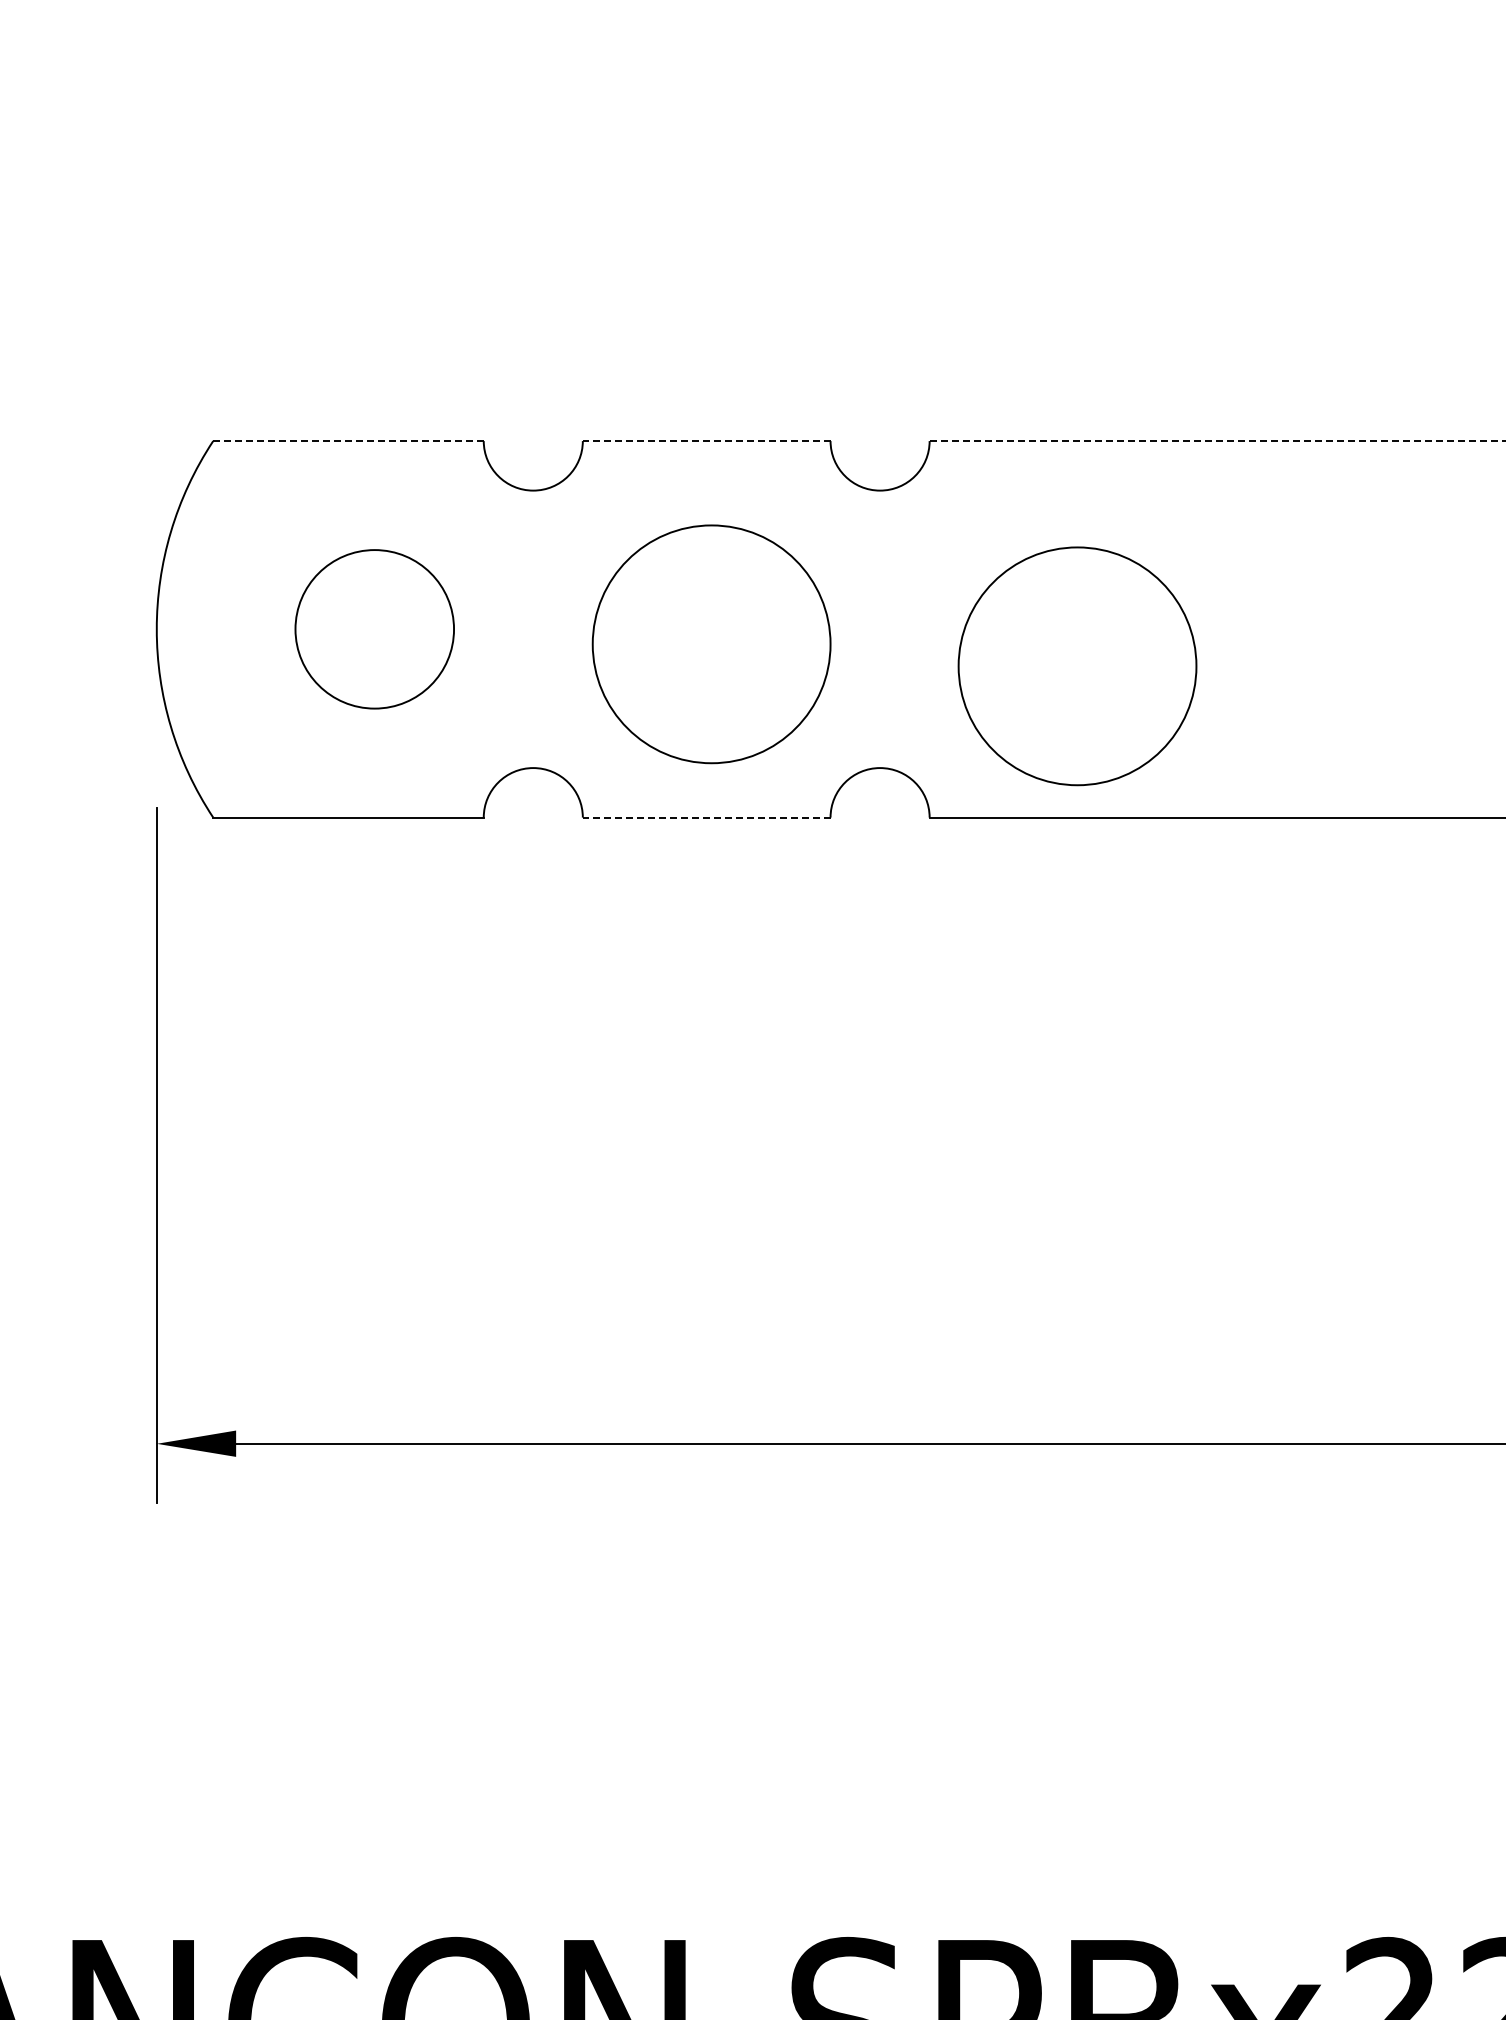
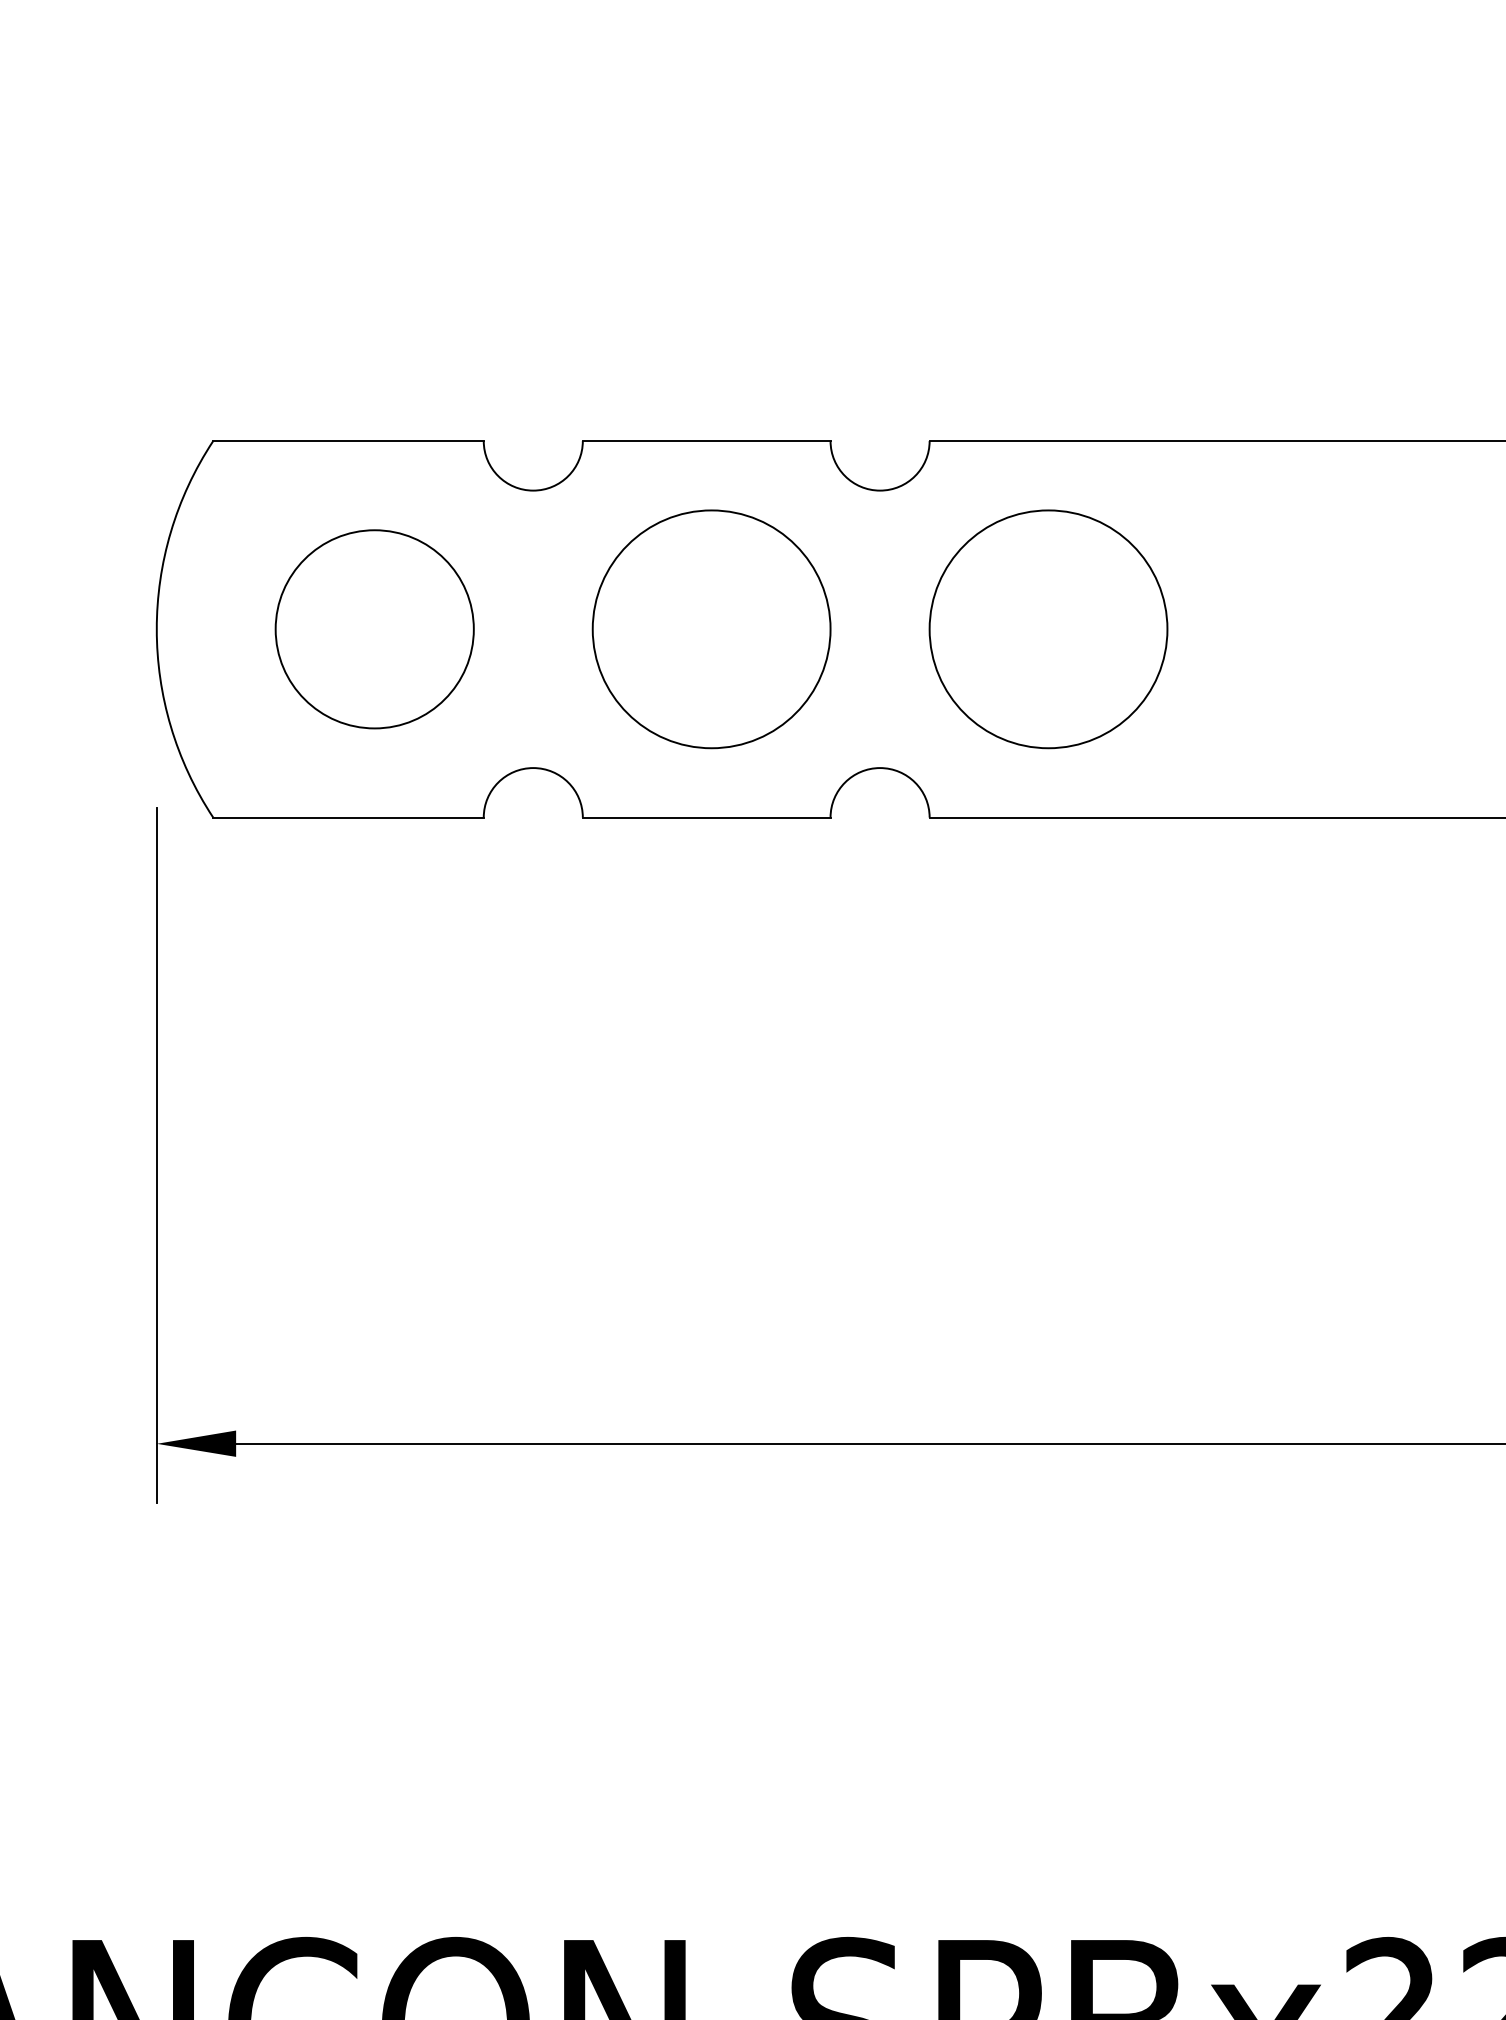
line at (349, 441): dashed -> solid
line at (706, 441): dashed -> solid
line at (1217, 441): dashed -> solid
circle at (374, 629) diameter: 159 px -> 198 px
circle at (711, 644) position: (711, 644) -> (711, 629)
circle at (1077, 666) position: (1077, 666) -> (1048, 629)
line at (706, 817): dashed -> solid
